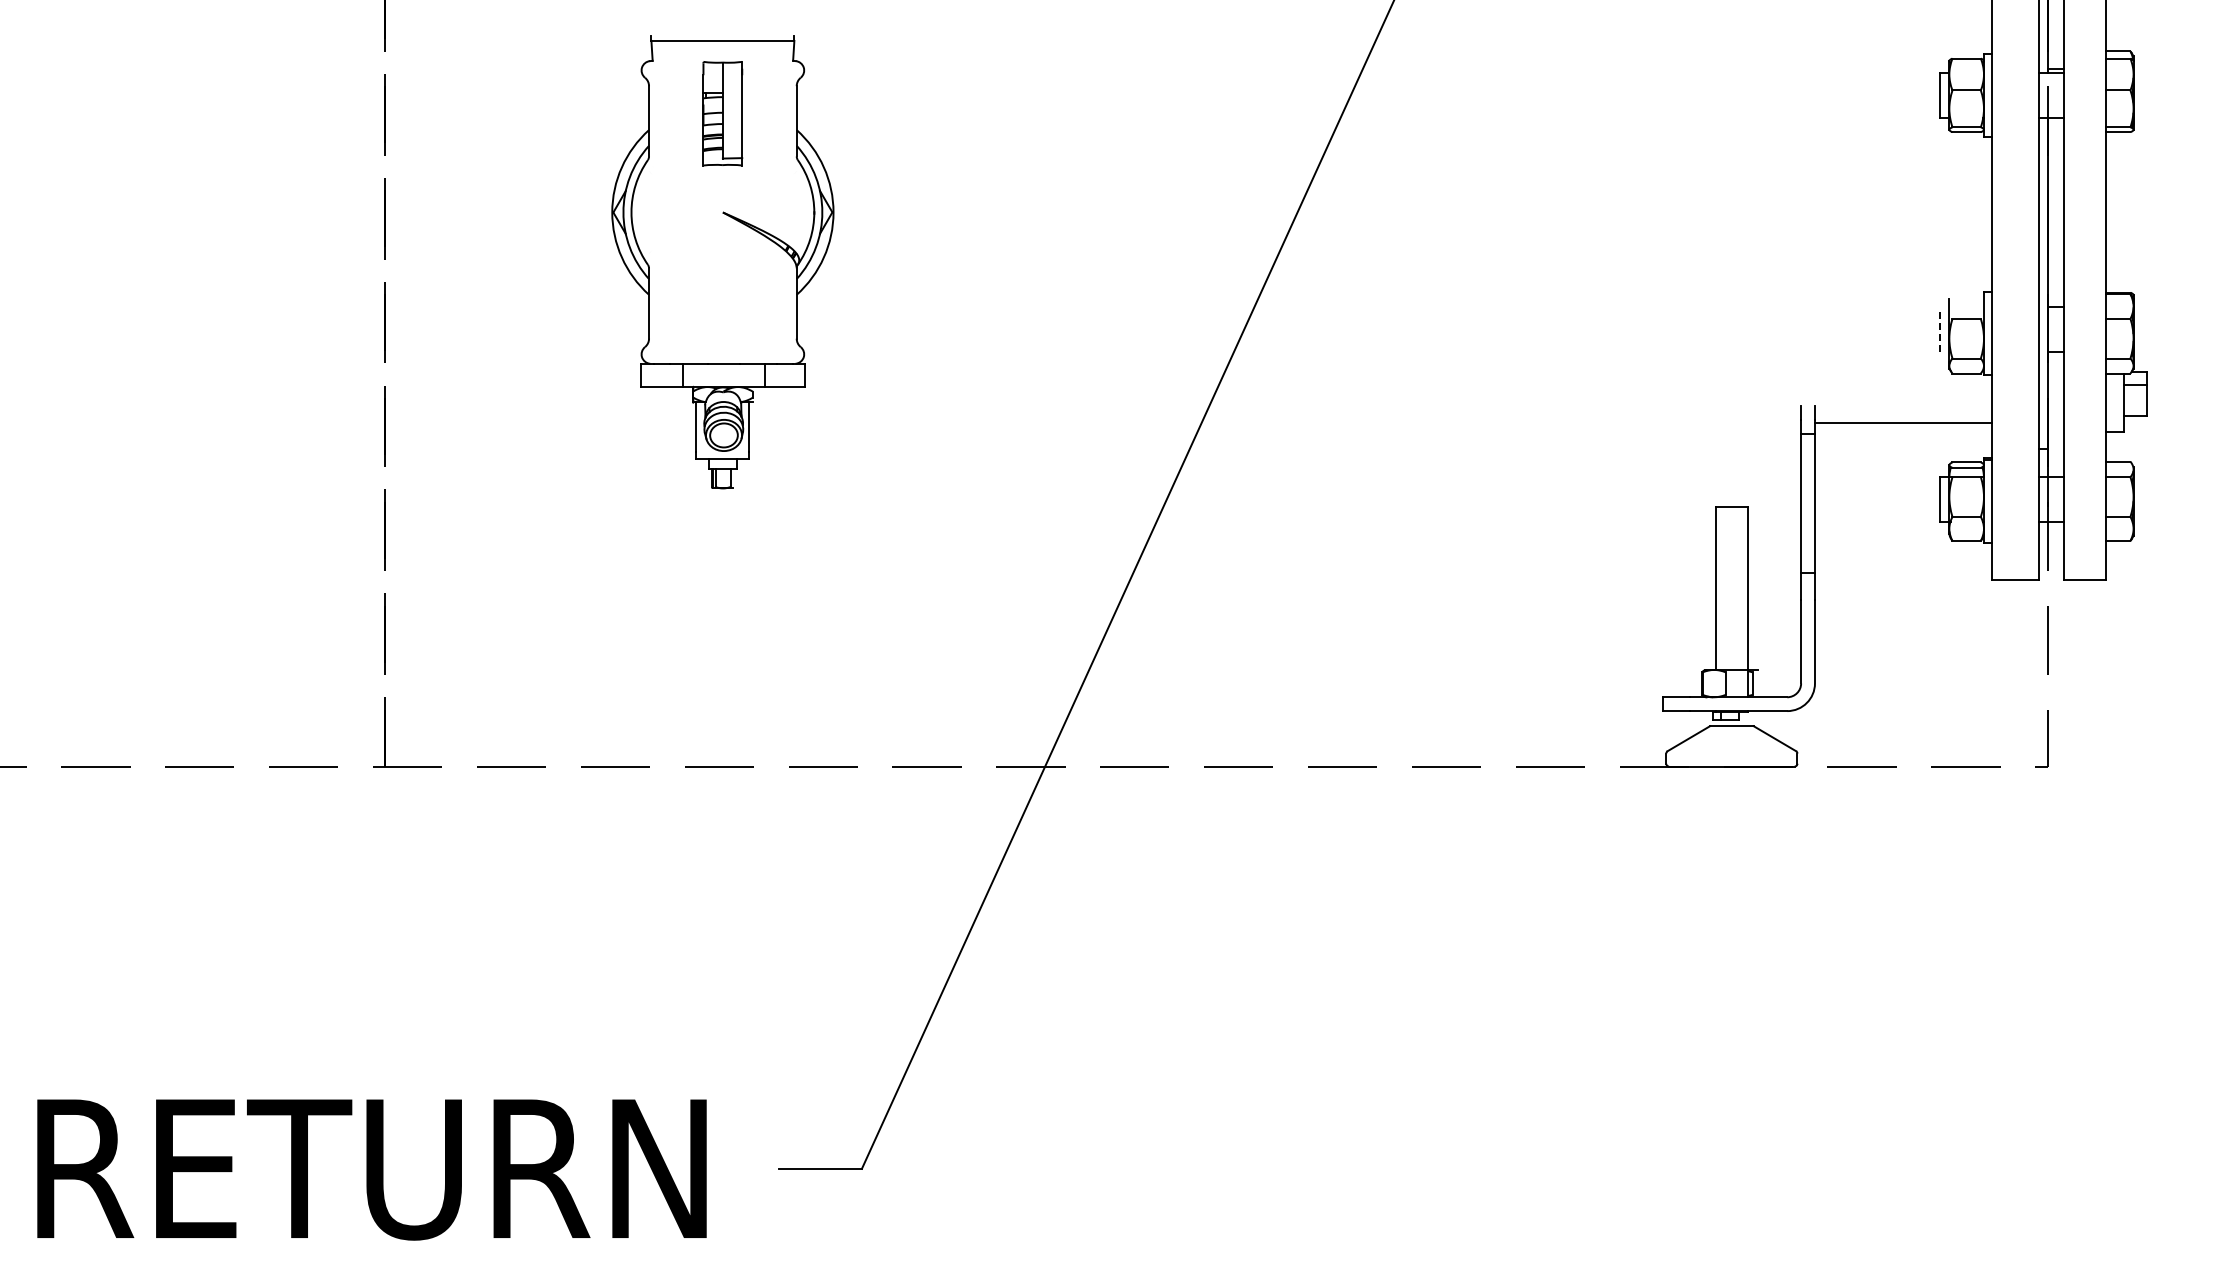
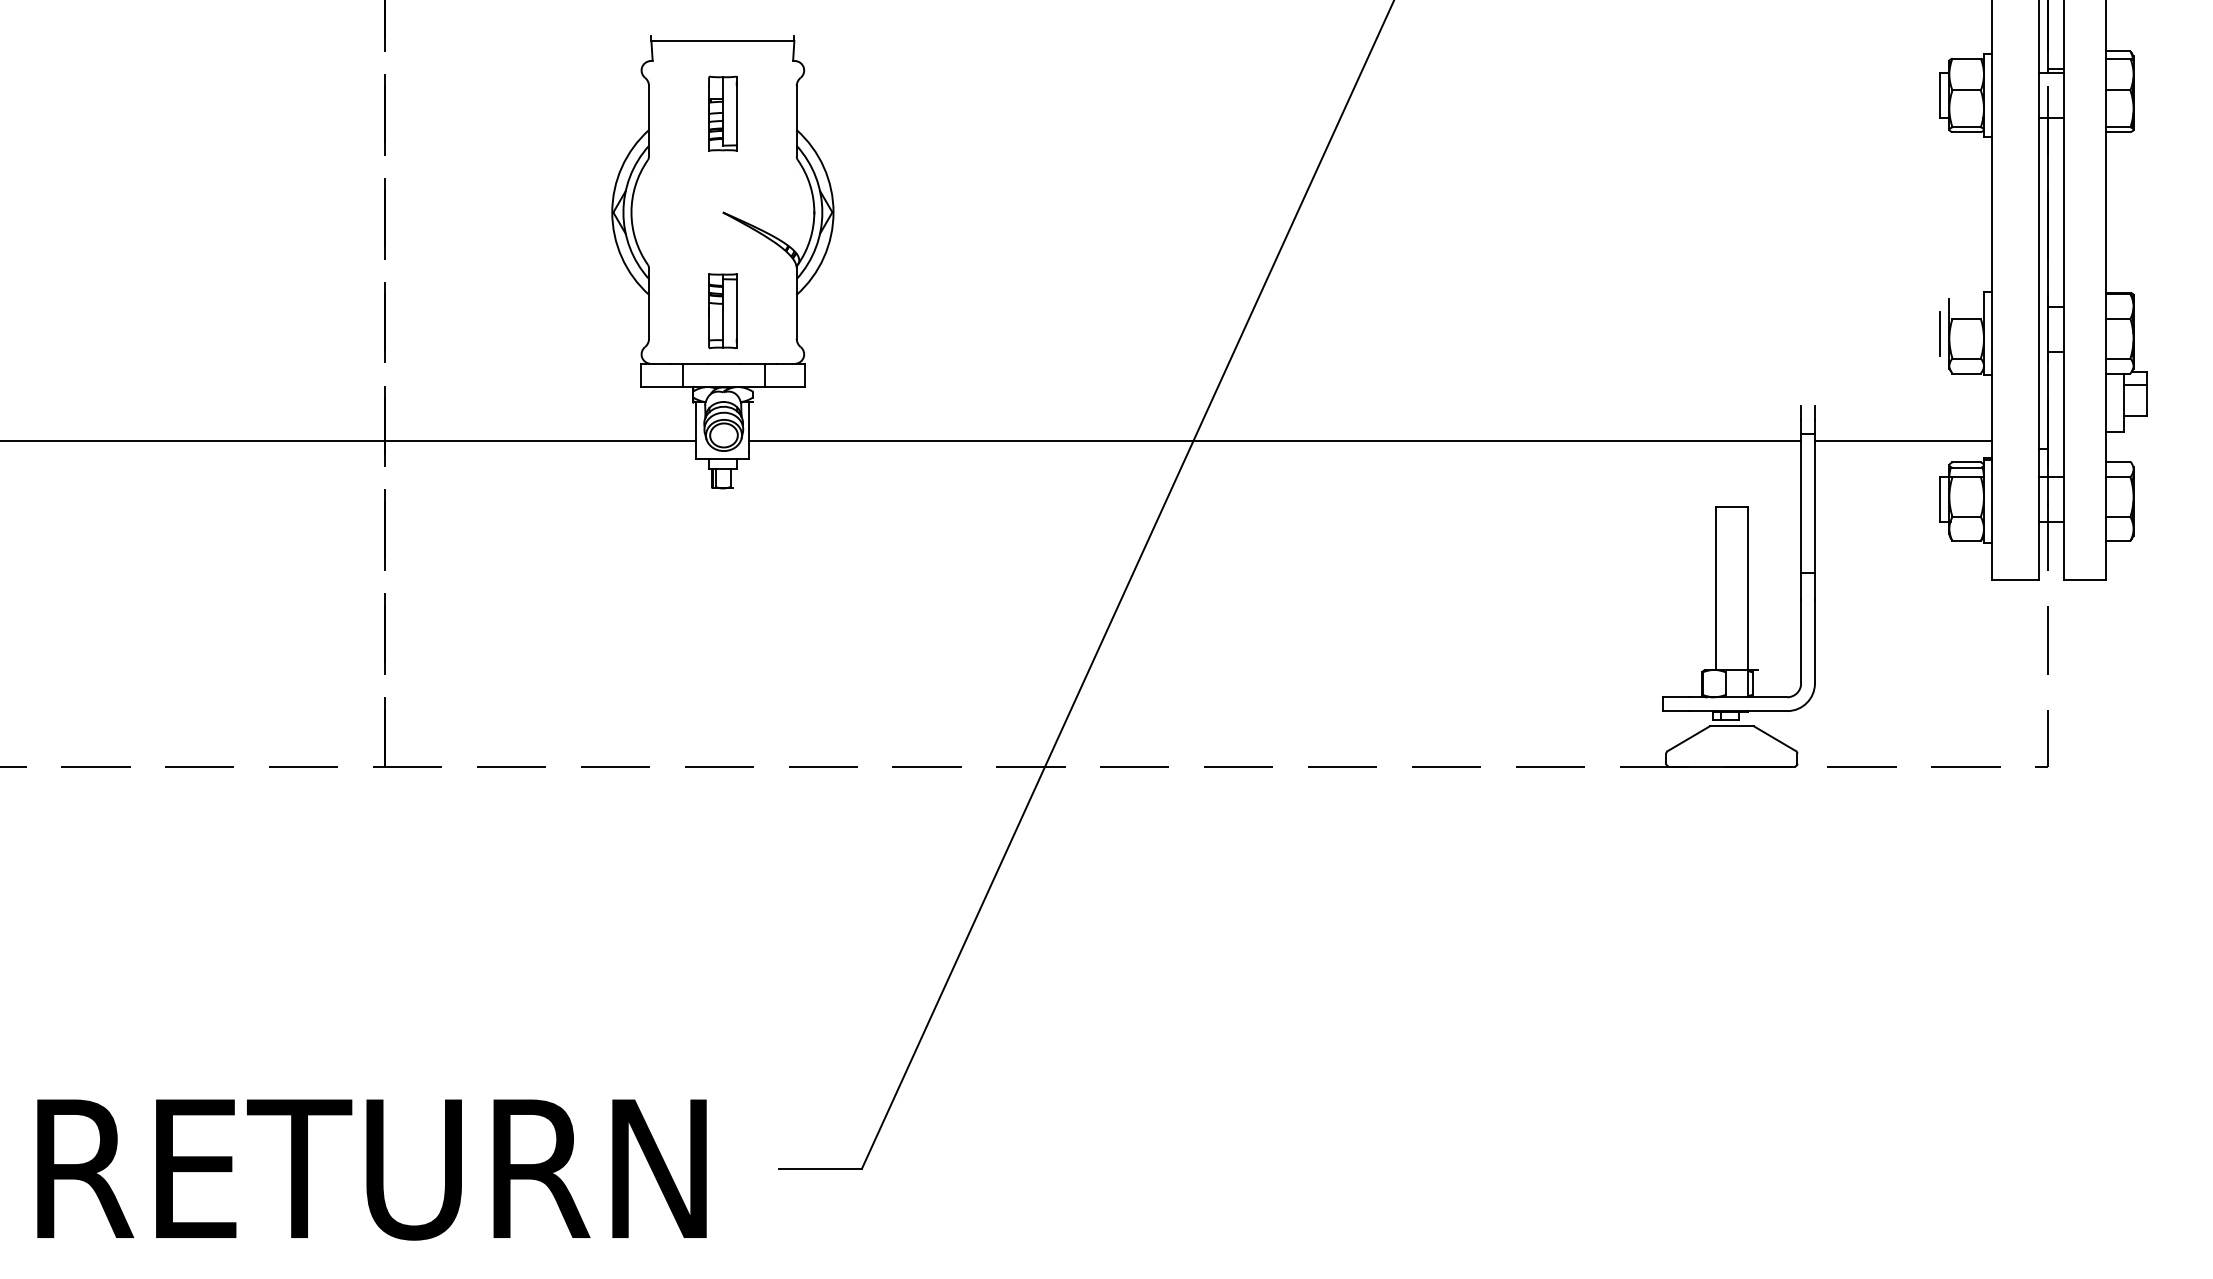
part at (722, 113) size: 42x106 px -> 30x77 px
part at (722, 311): none -> present
line at (1939, 334): dashed -> solid
line at (1903, 423) position: (1903, 423) -> (1903, 441)
line at (349, 441): none -> present
line at (1275, 441): none -> present
